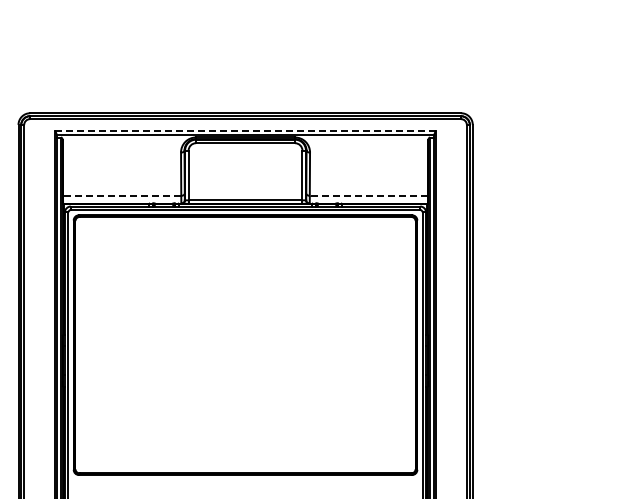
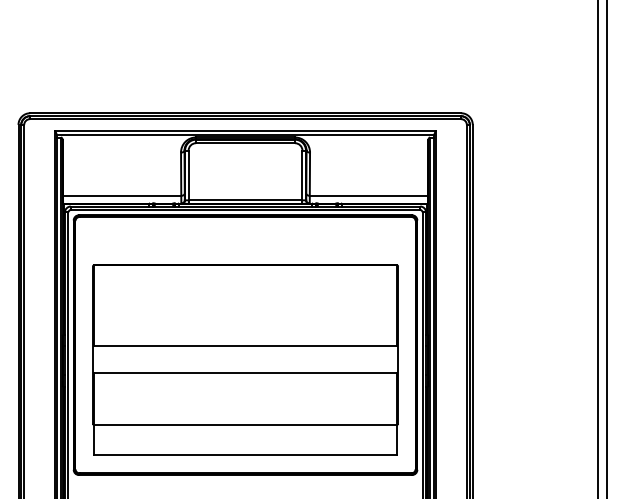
line at (246, 130): dashed -> solid
line at (121, 195): dashed -> solid
line at (368, 195): dashed -> solid
line at (598, 248): none -> present
line at (606, 248): none -> present
part at (245, 359): none -> present
